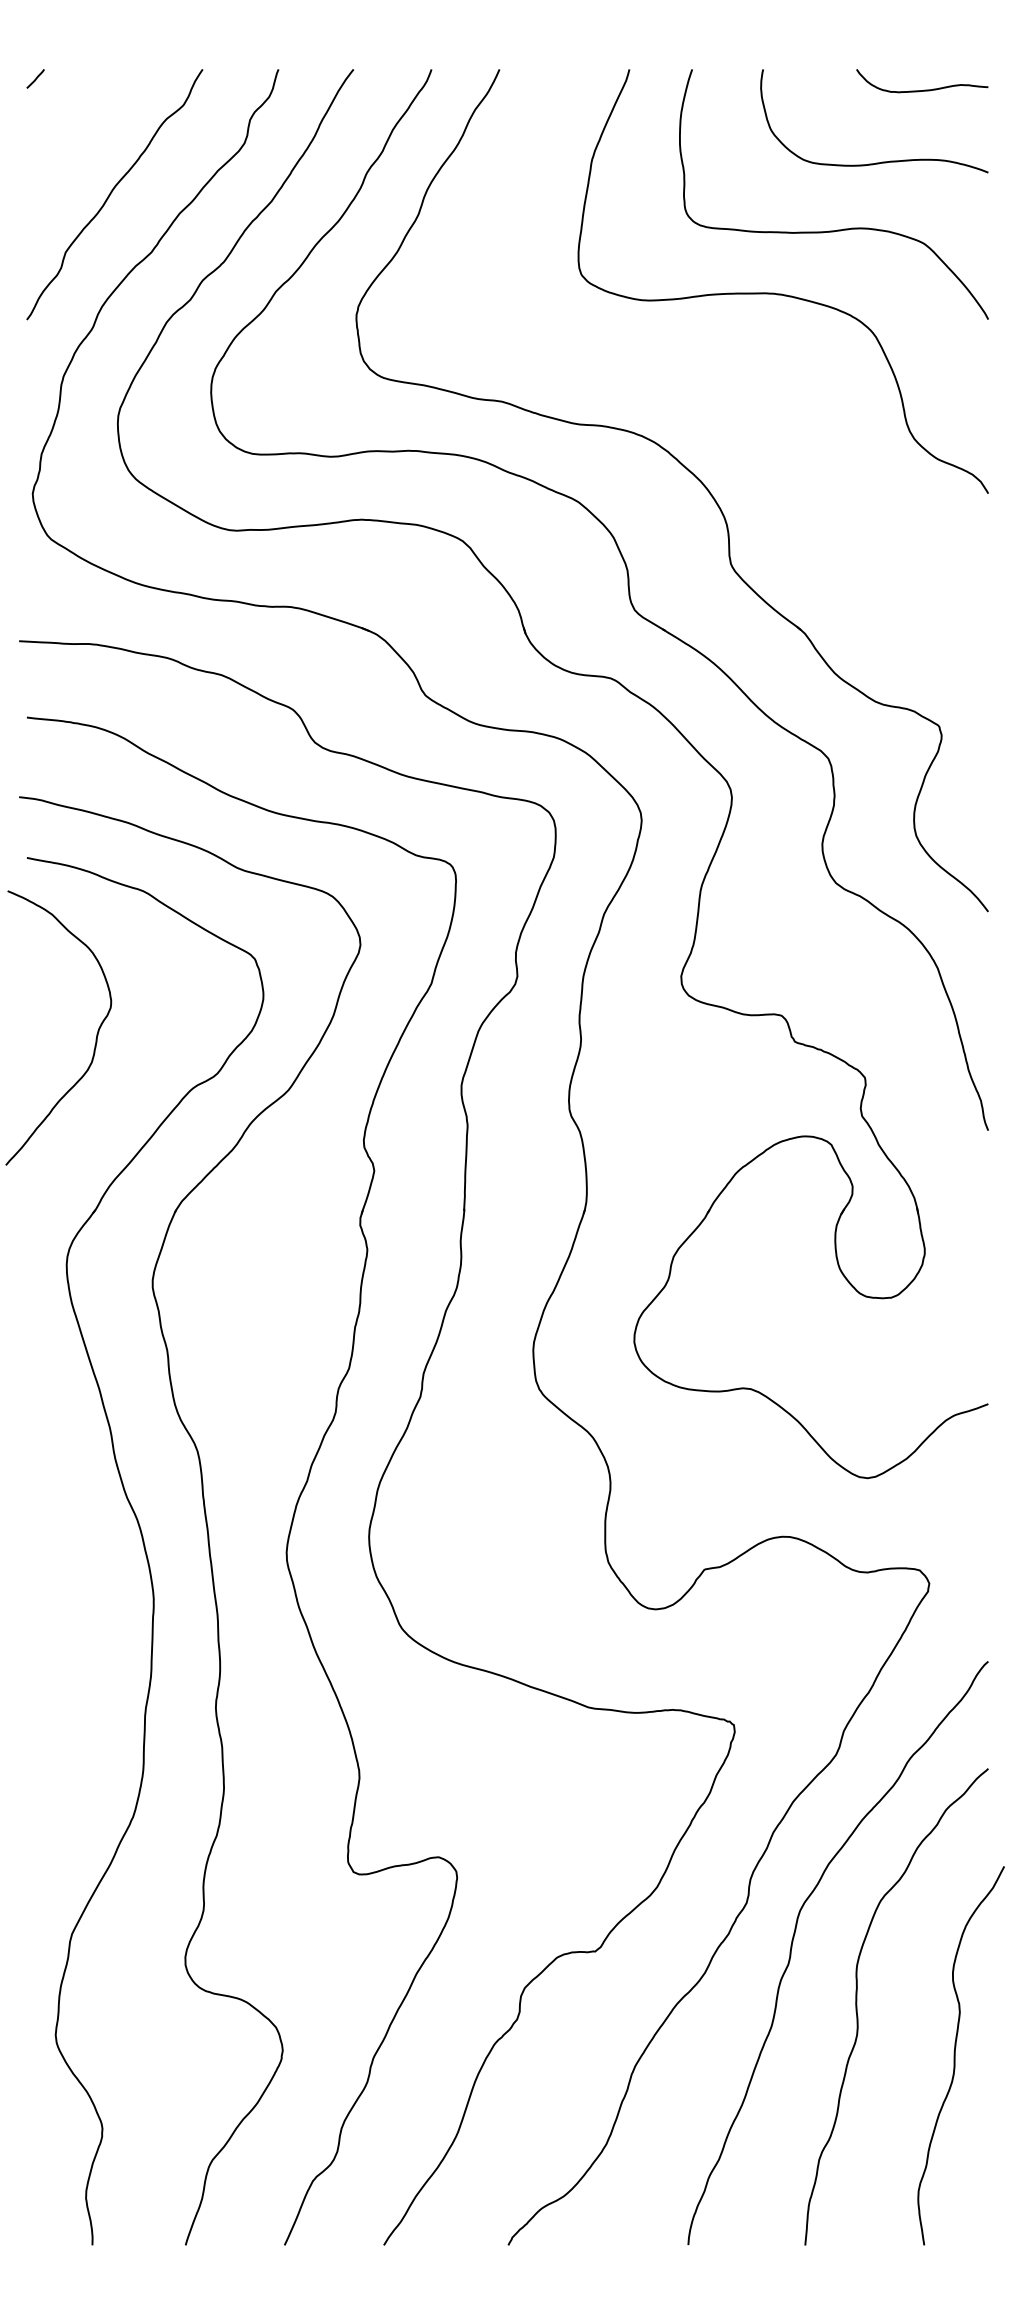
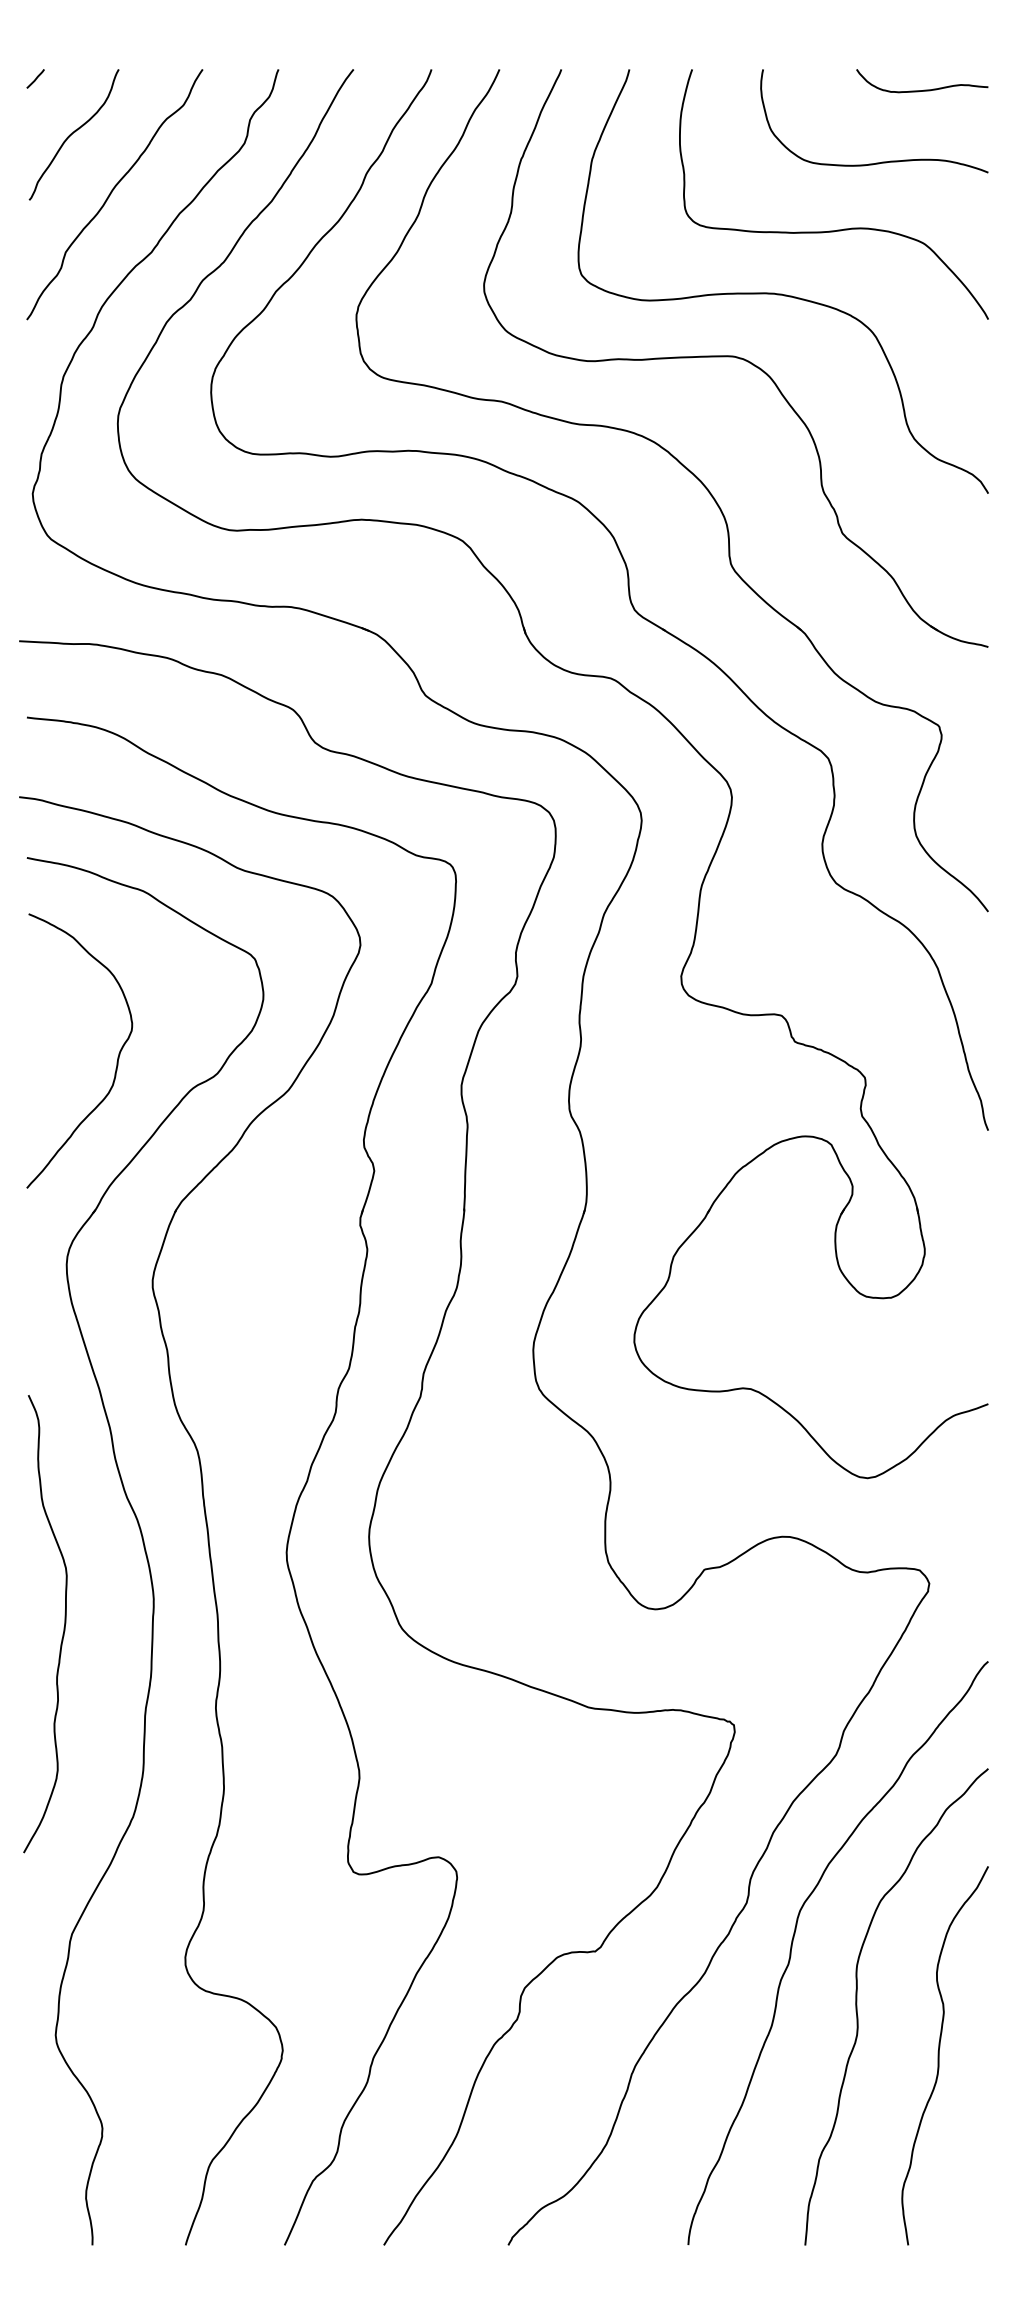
curve at (73, 133): none -> present
part at (735, 358): none -> present
curve at (95, 1038) position: (95, 1038) -> (116, 1061)
curve at (63, 1627): none -> present
curve at (955, 2055) position: (955, 2055) -> (939, 2055)
